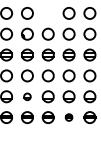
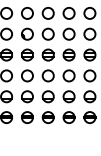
circle at (47, 13): none -> present
part at (27, 96) size: 9x10 px -> 13x14 px
part at (68, 117) size: 10x9 px -> 14x13 px
